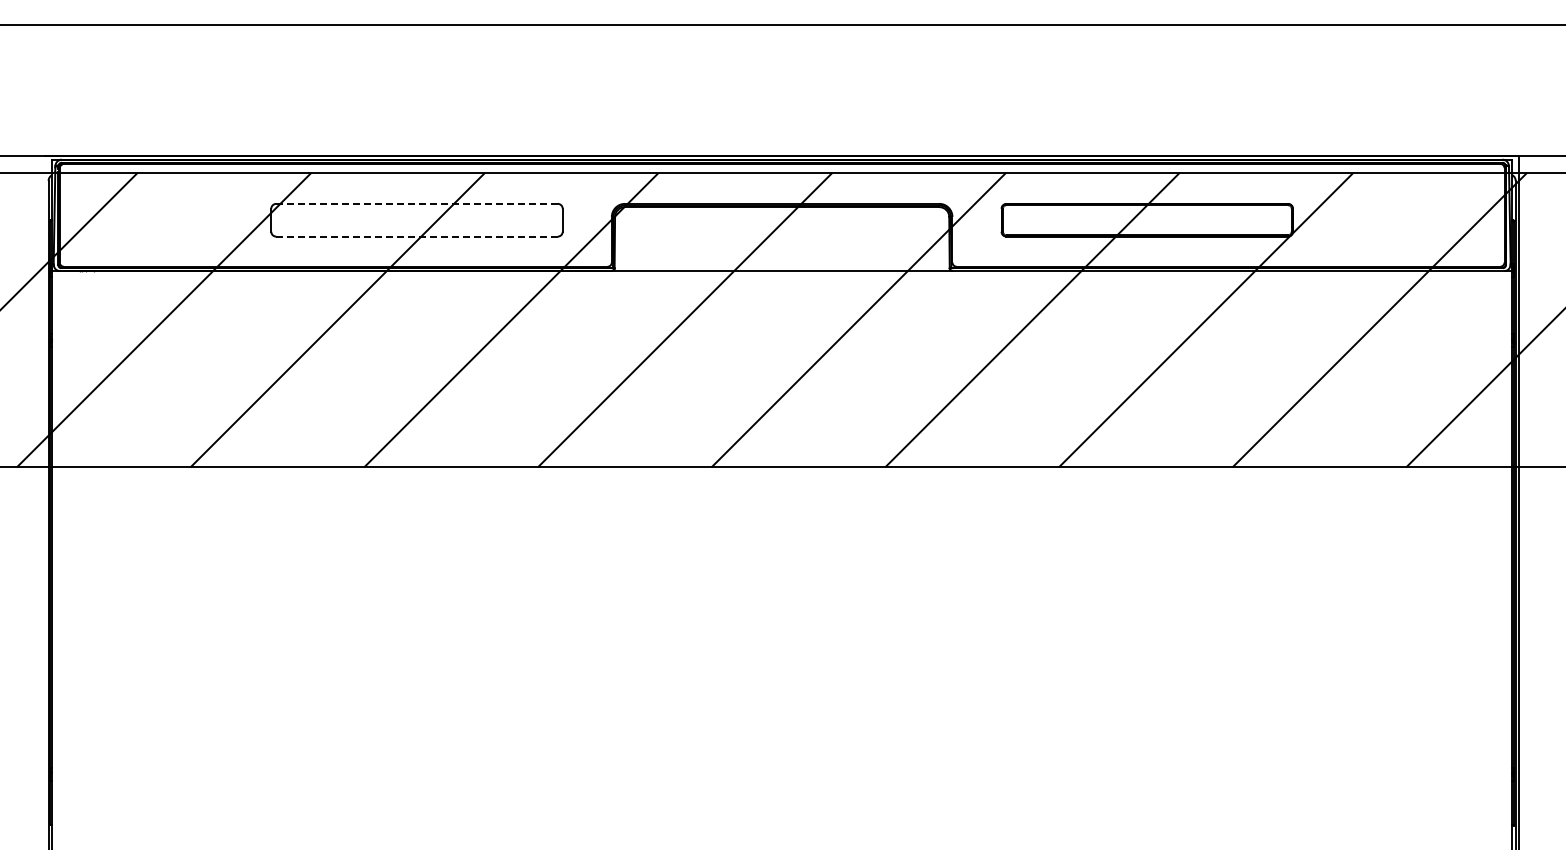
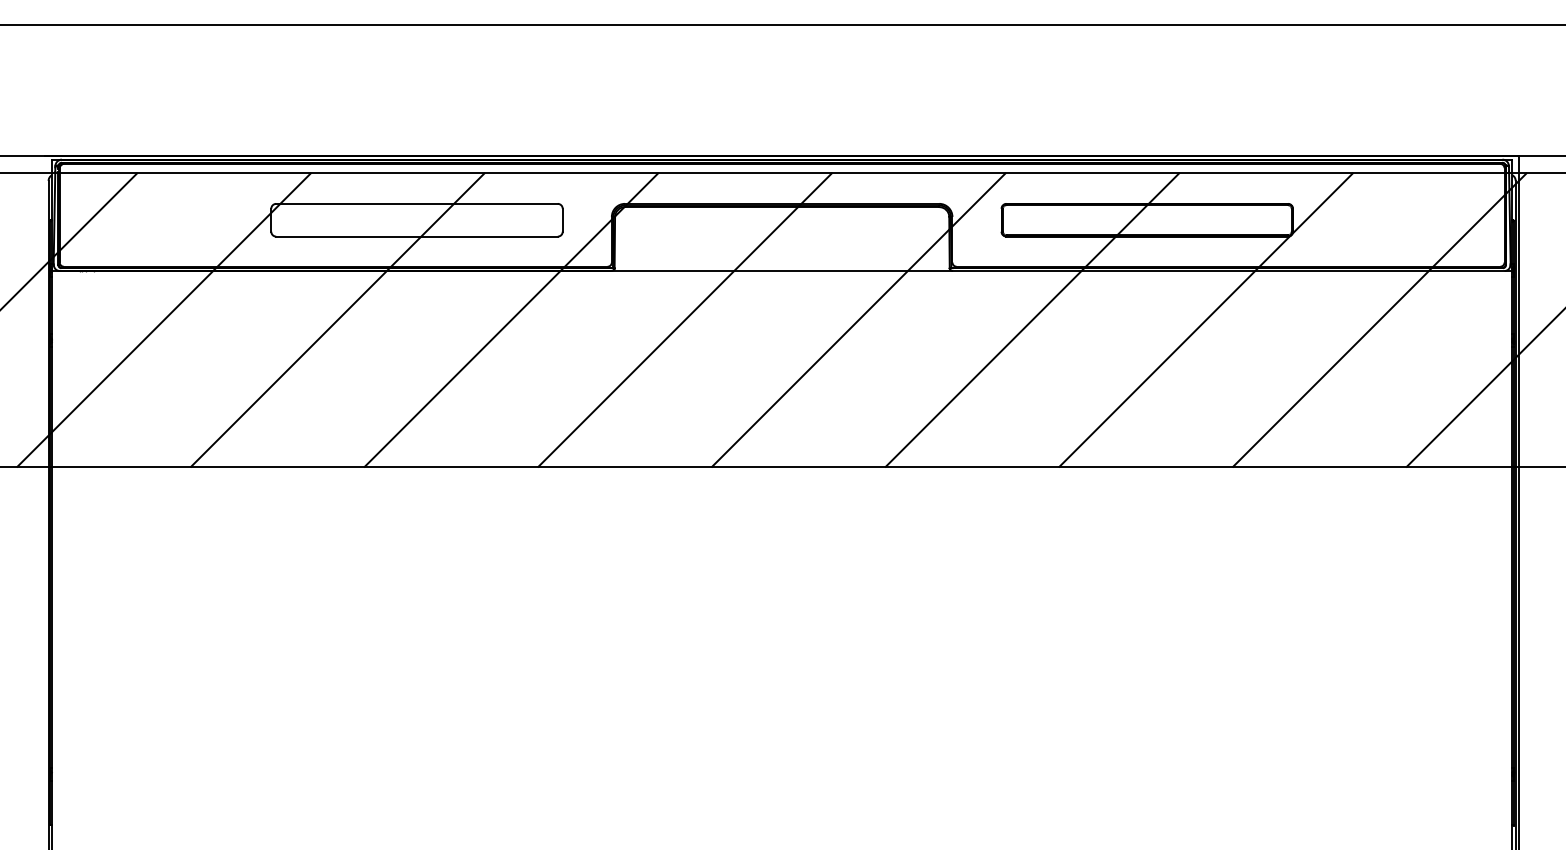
line at (417, 203): dashed -> solid
line at (417, 236): dashed -> solid
